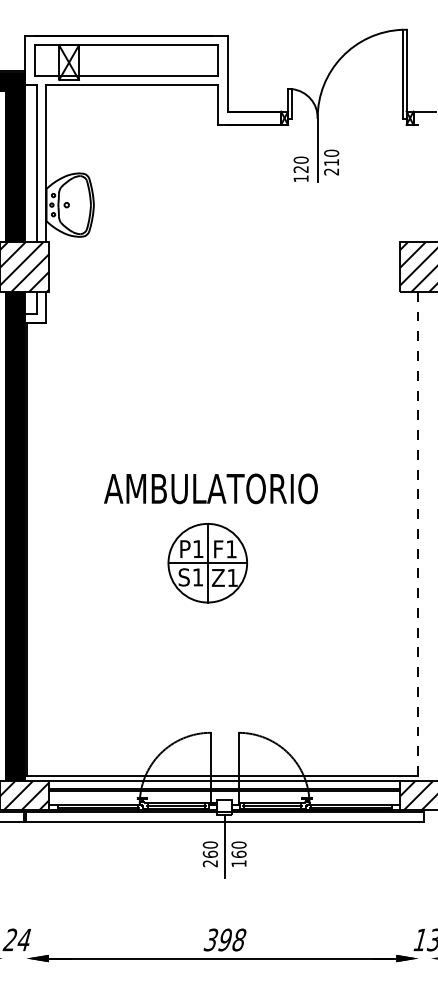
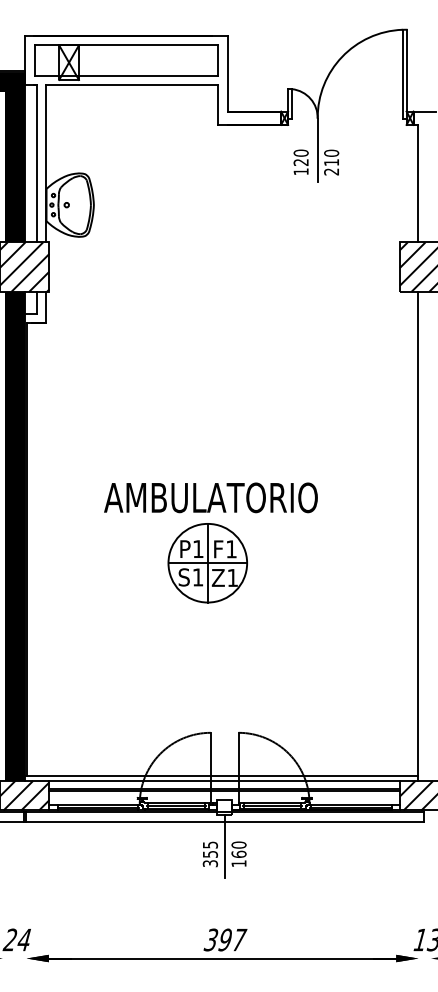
text at (300, 168) position: (300, 168) -> (300, 161)
line at (418, 183): none -> present
text at (210, 488) position: (210, 488) -> (210, 497)
line at (418, 536): dashed -> solid
text at (210, 854): 260 -> 355
text at (239, 939): 398 -> 397
